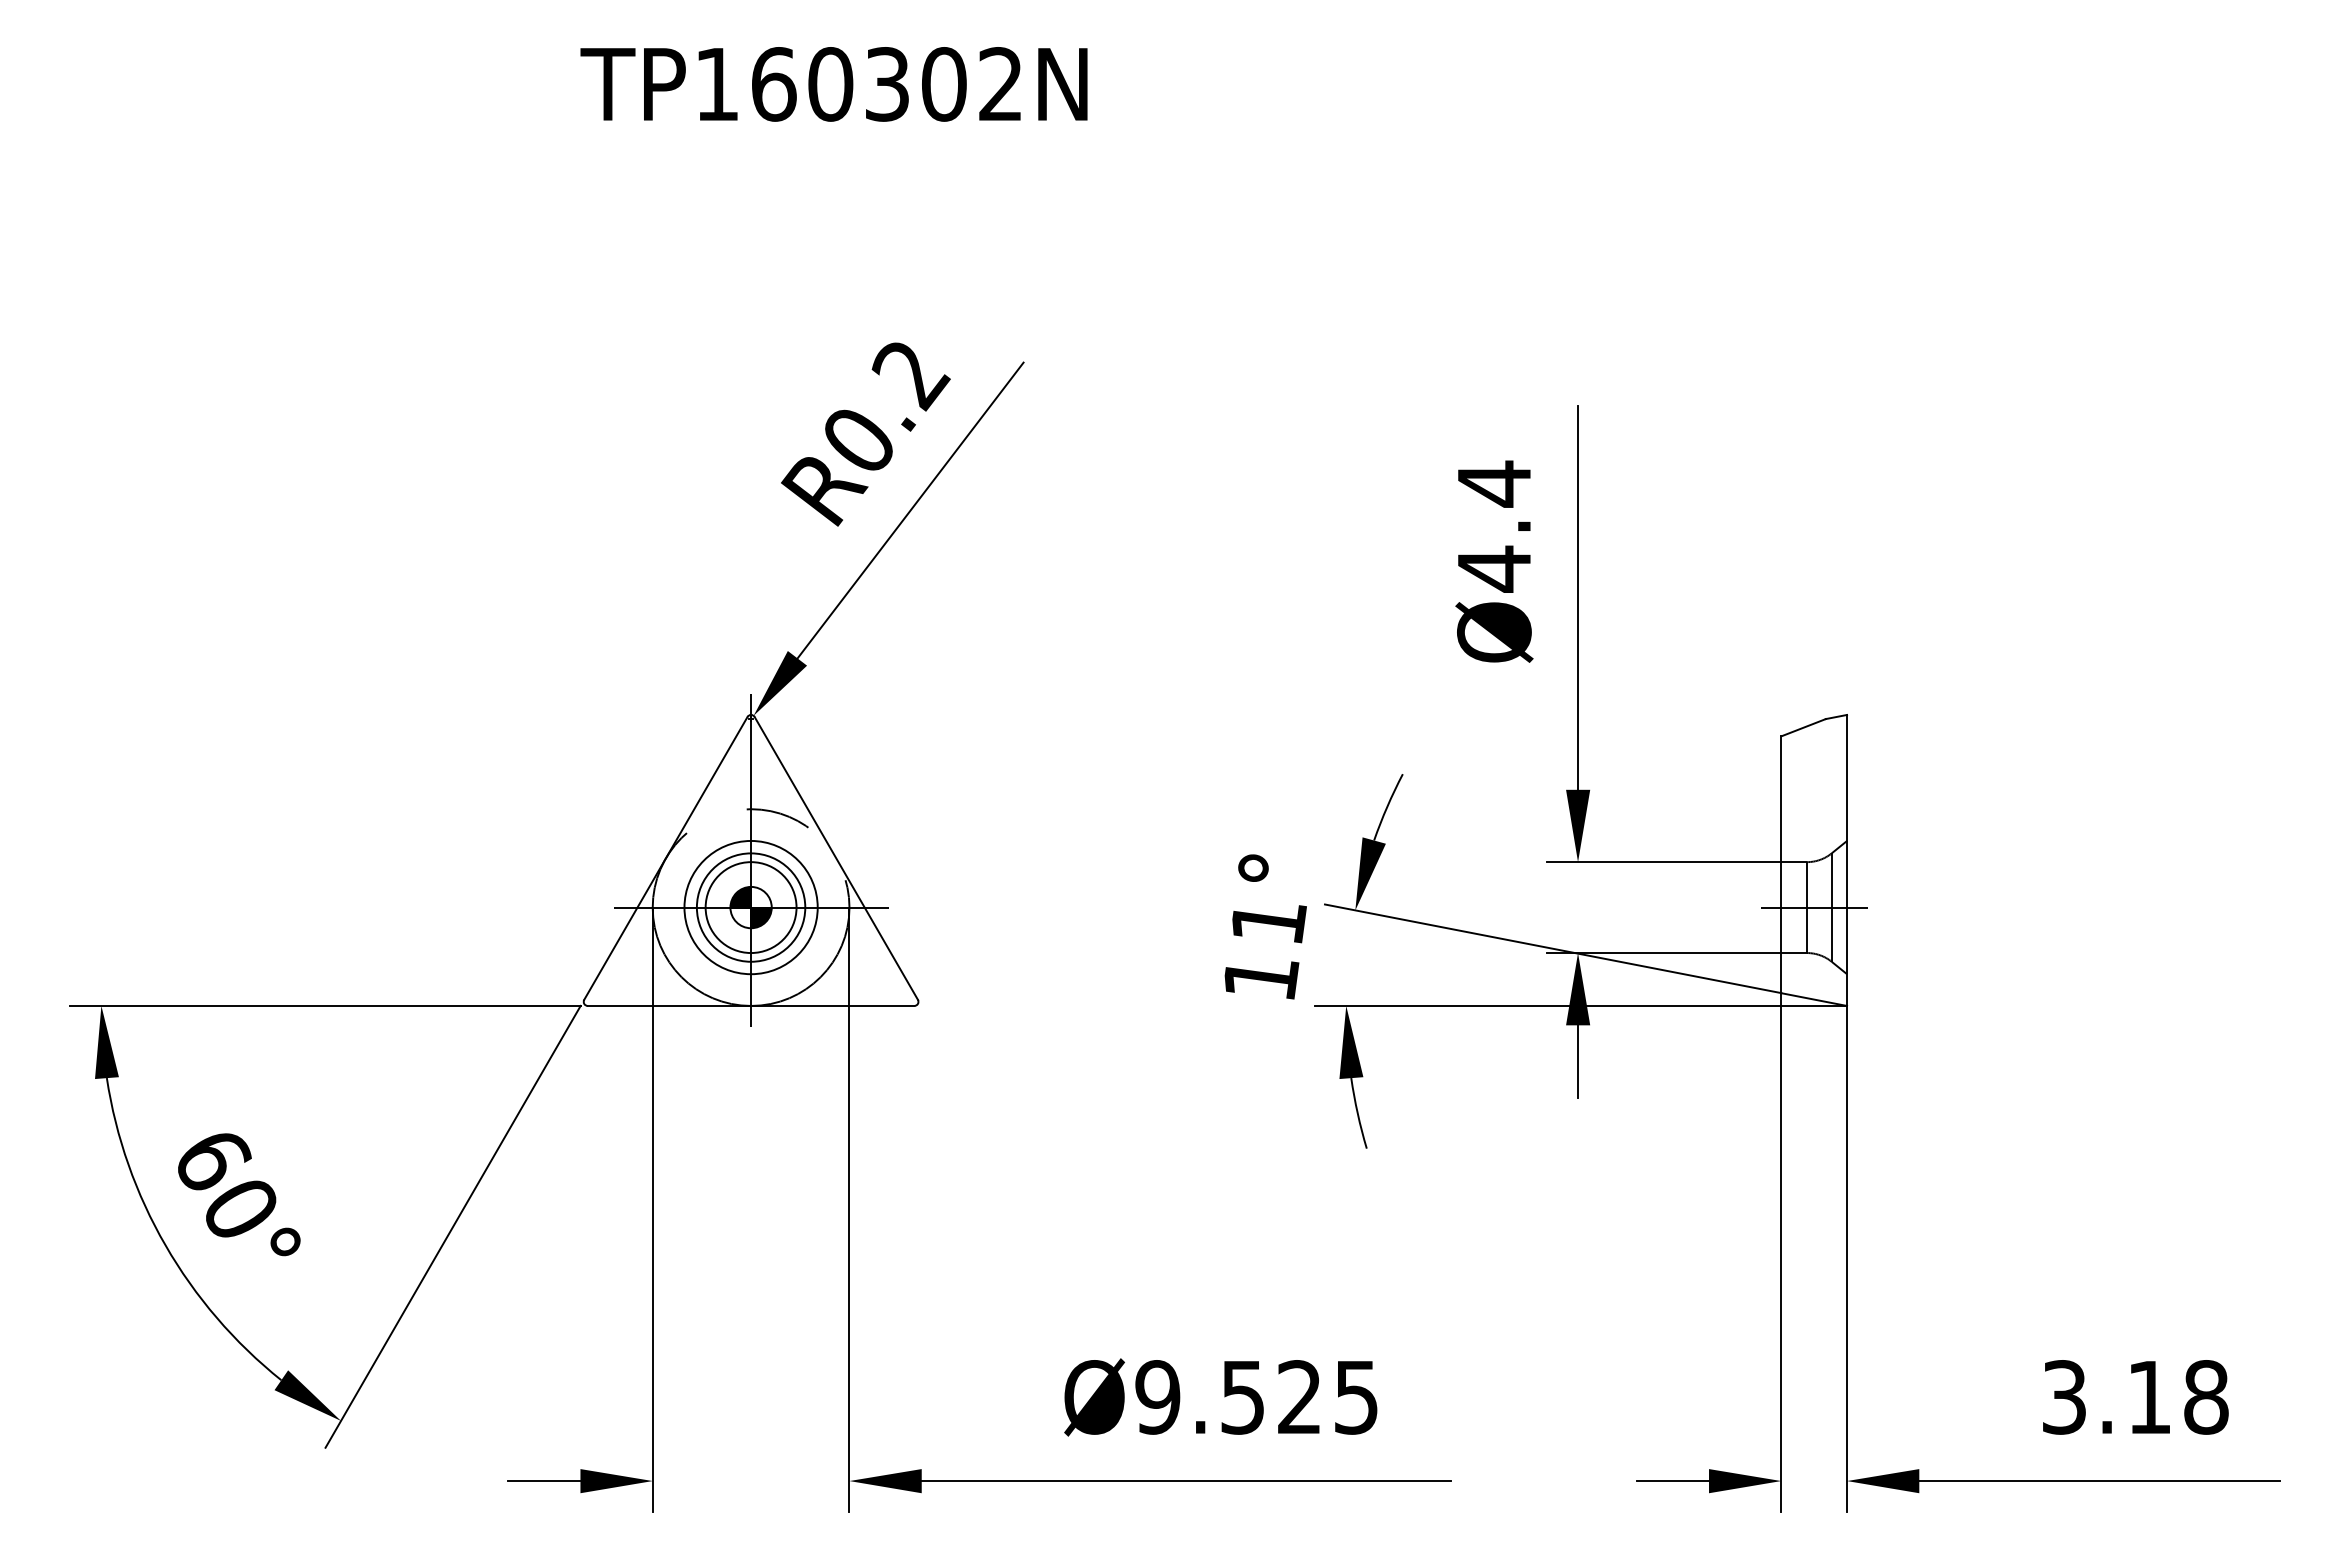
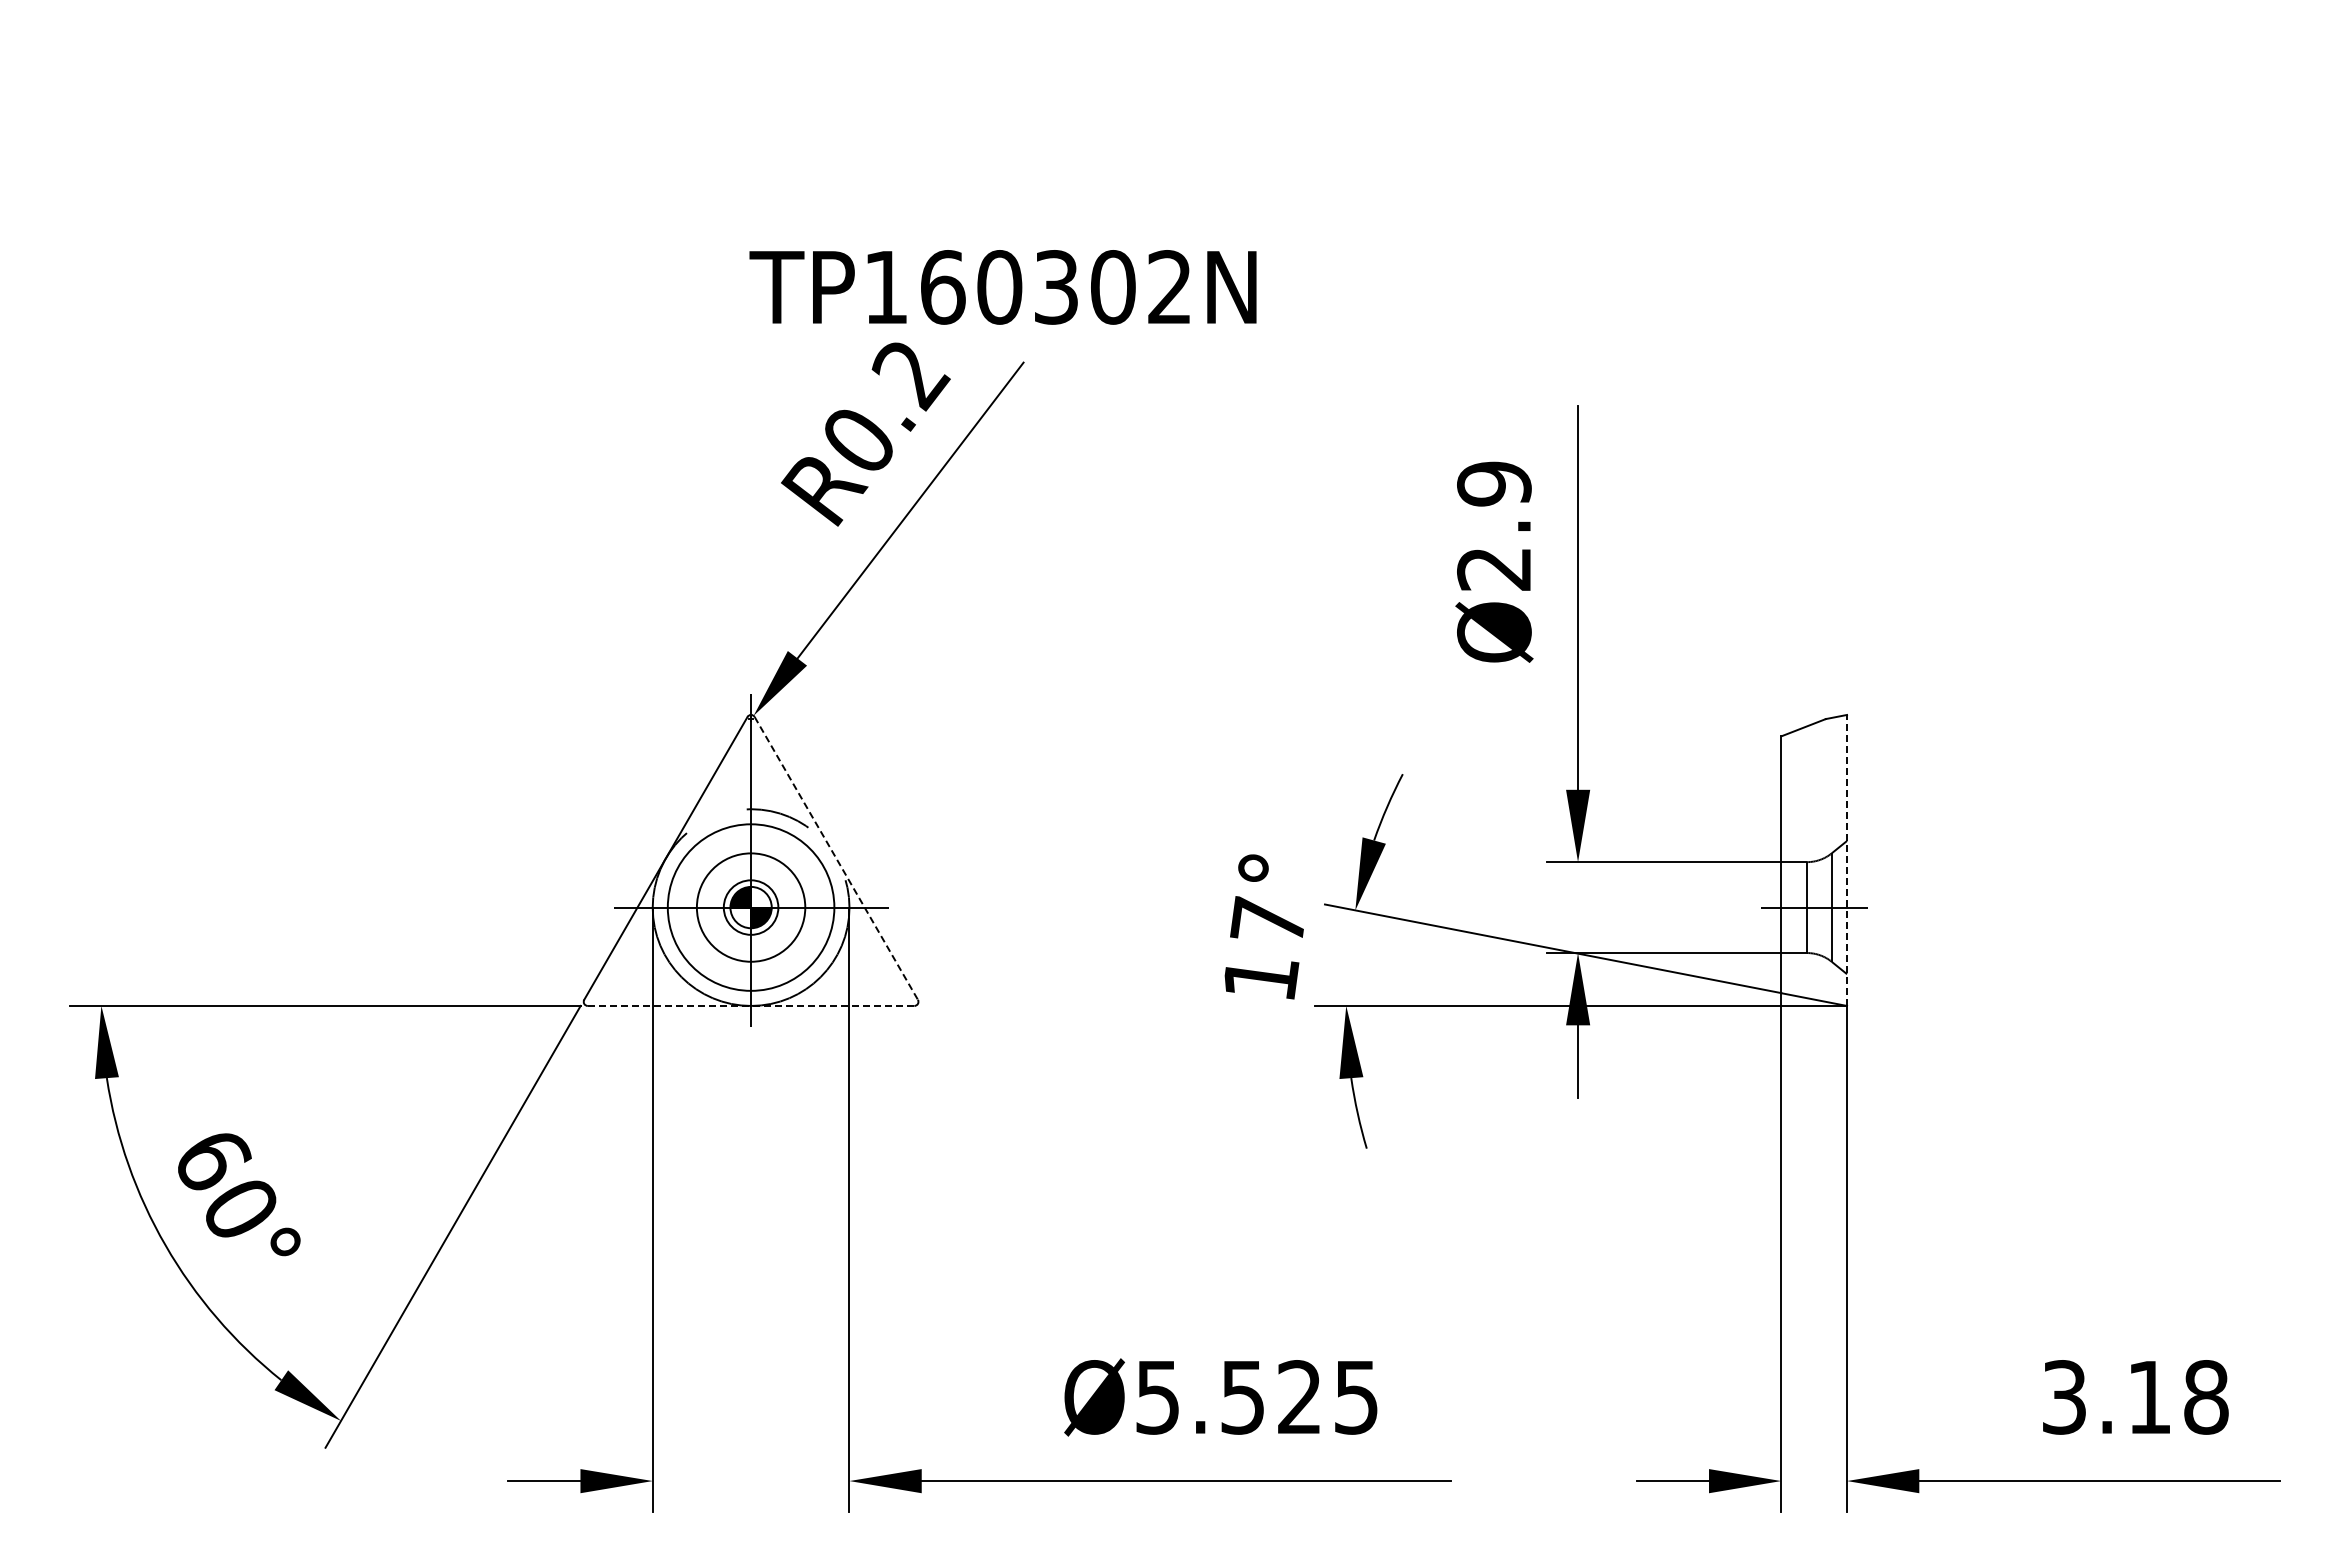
text at (833, 84) position: (833, 84) -> (1002, 287)
text at (1494, 526): Ø4.4 -> Ø2.9
line at (836, 858): solid -> dashed
line at (1847, 860): solid -> dashed
circle at (750, 907) diameter: 133 px -> 167 px
circle at (750, 907) diameter: 91 px -> 55 px
text at (1268, 919): 11° -> 17°
line at (751, 1005): solid -> dashed
text at (1157, 1397): Ø9.525 -> Ø5.525
